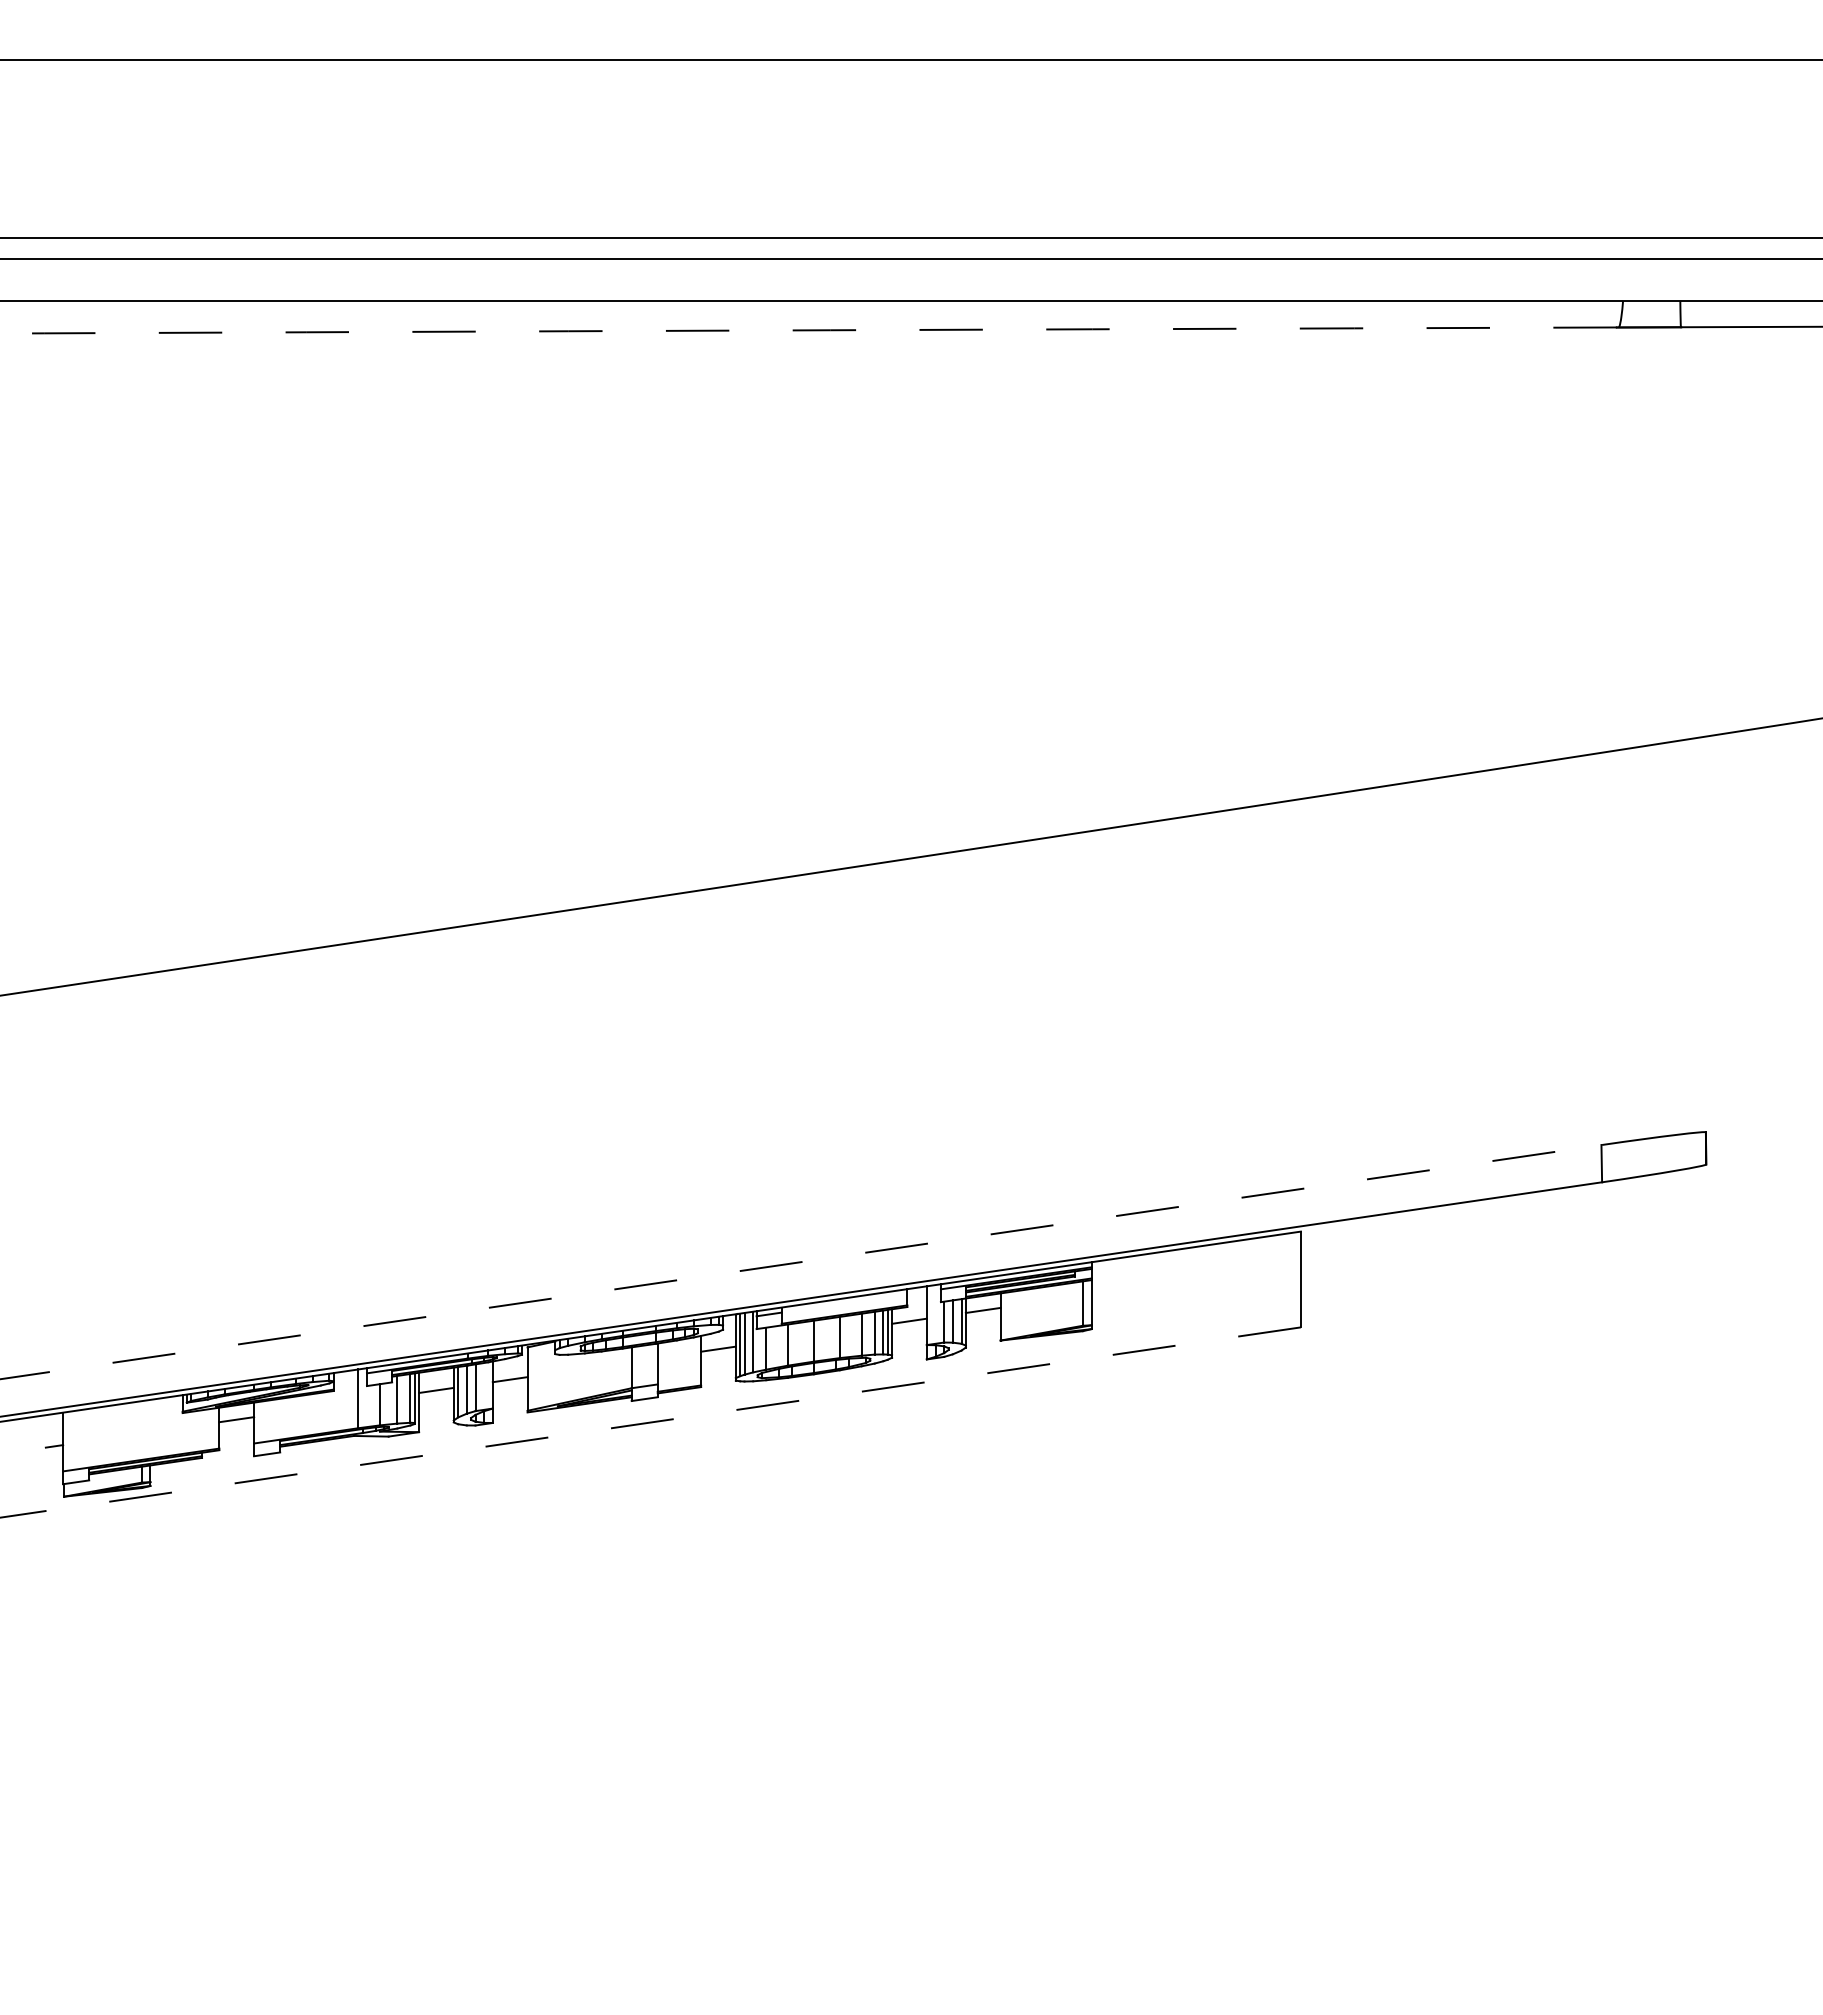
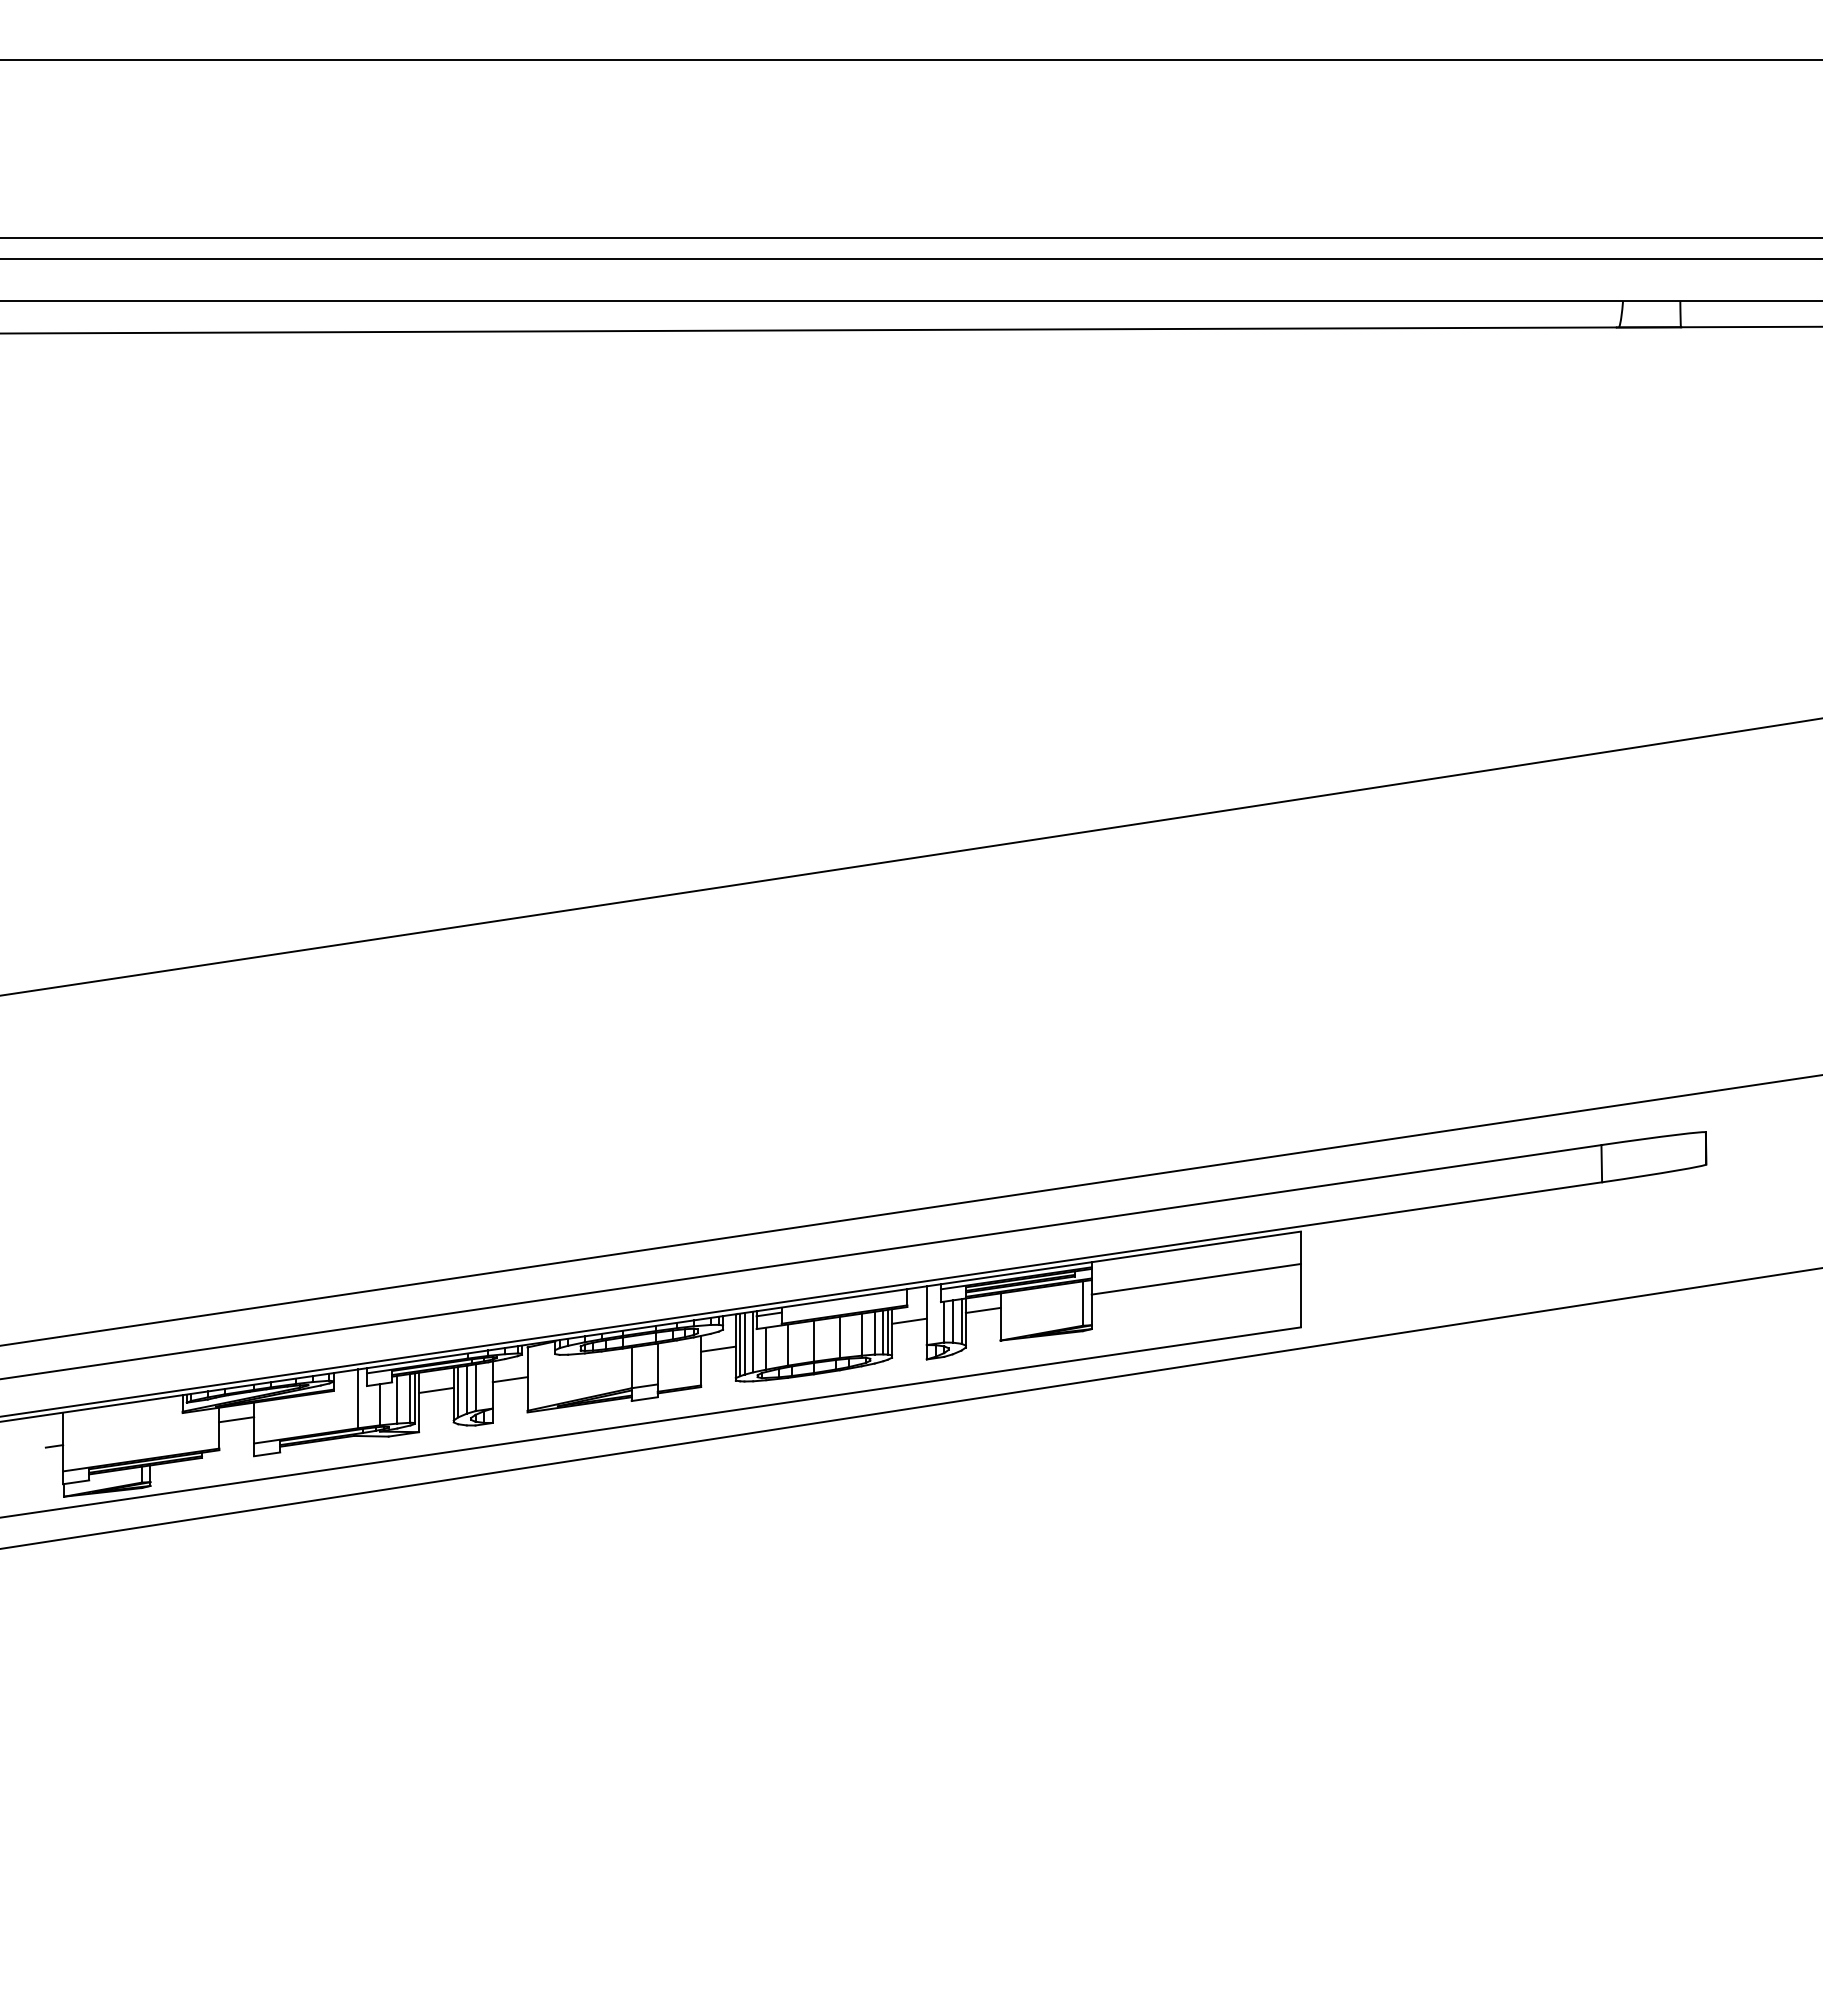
arc at (807, 330): dashed -> solid
line at (910, 1210): none -> present
line at (801, 1262): dashed -> solid
line at (1195, 1278): none -> present
line at (910, 1408): none -> present
line at (650, 1422): dashed -> solid
